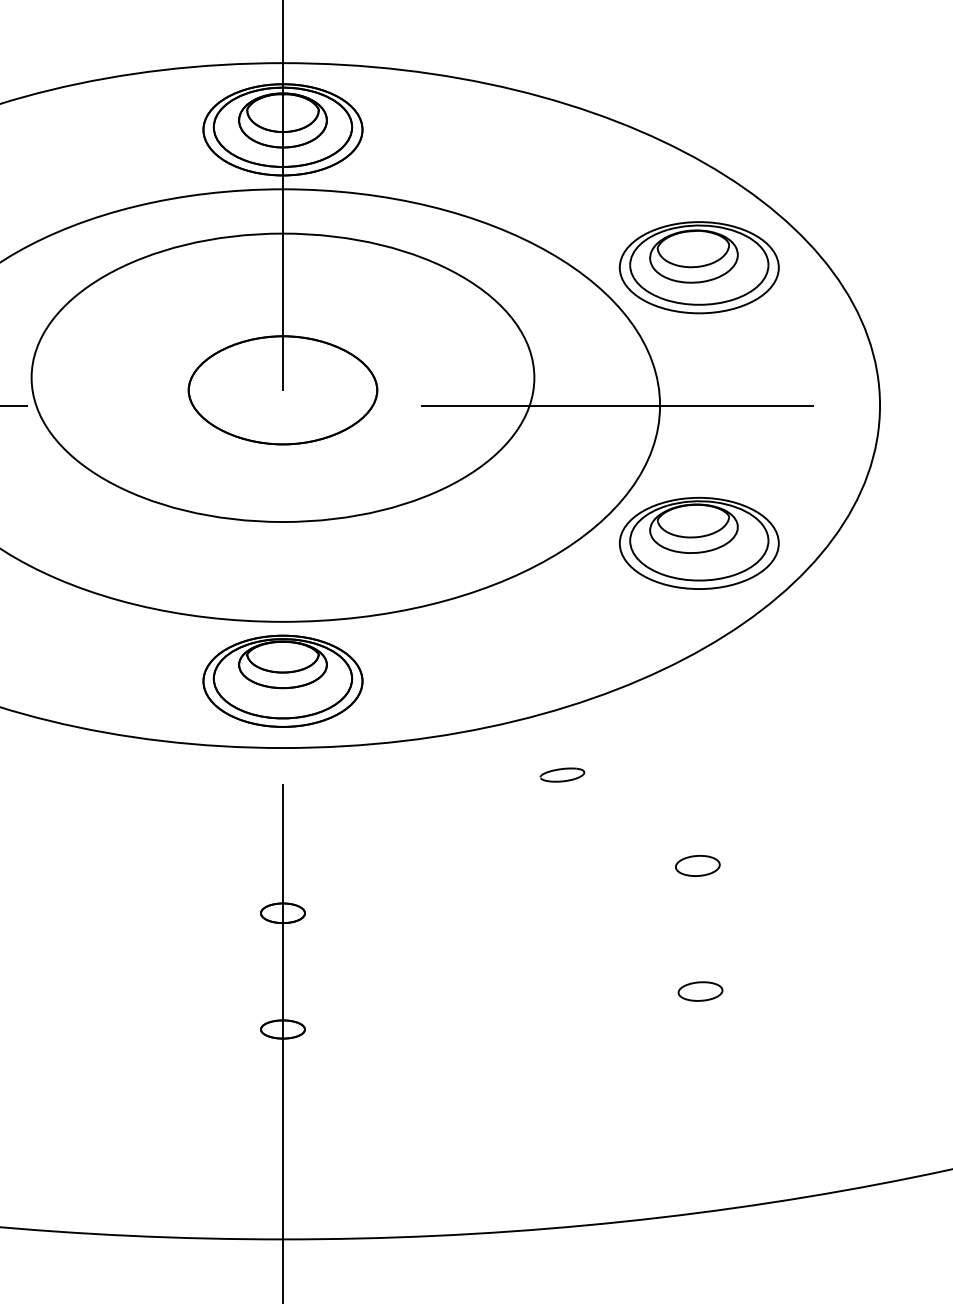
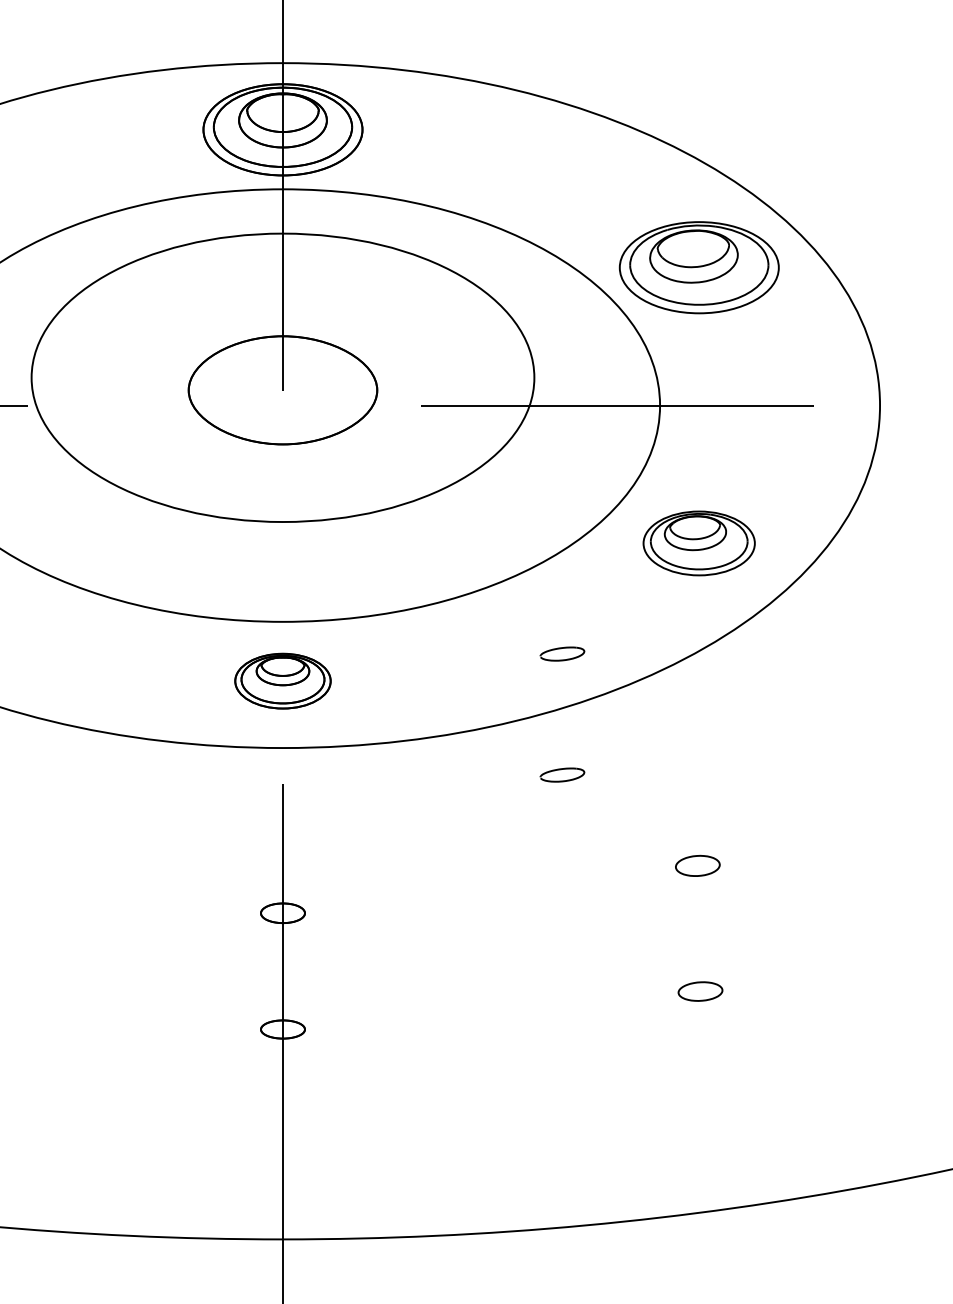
part at (698, 543) size: 162x93 px -> 114x67 px
part at (562, 653): none -> present
part at (282, 680) size: 162x94 px -> 98x58 px
